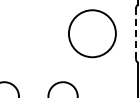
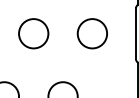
circle at (33, 33): none -> present
circle at (91, 33) diameter: 47 px -> 29 px
line at (136, 33): dashed -> solid
